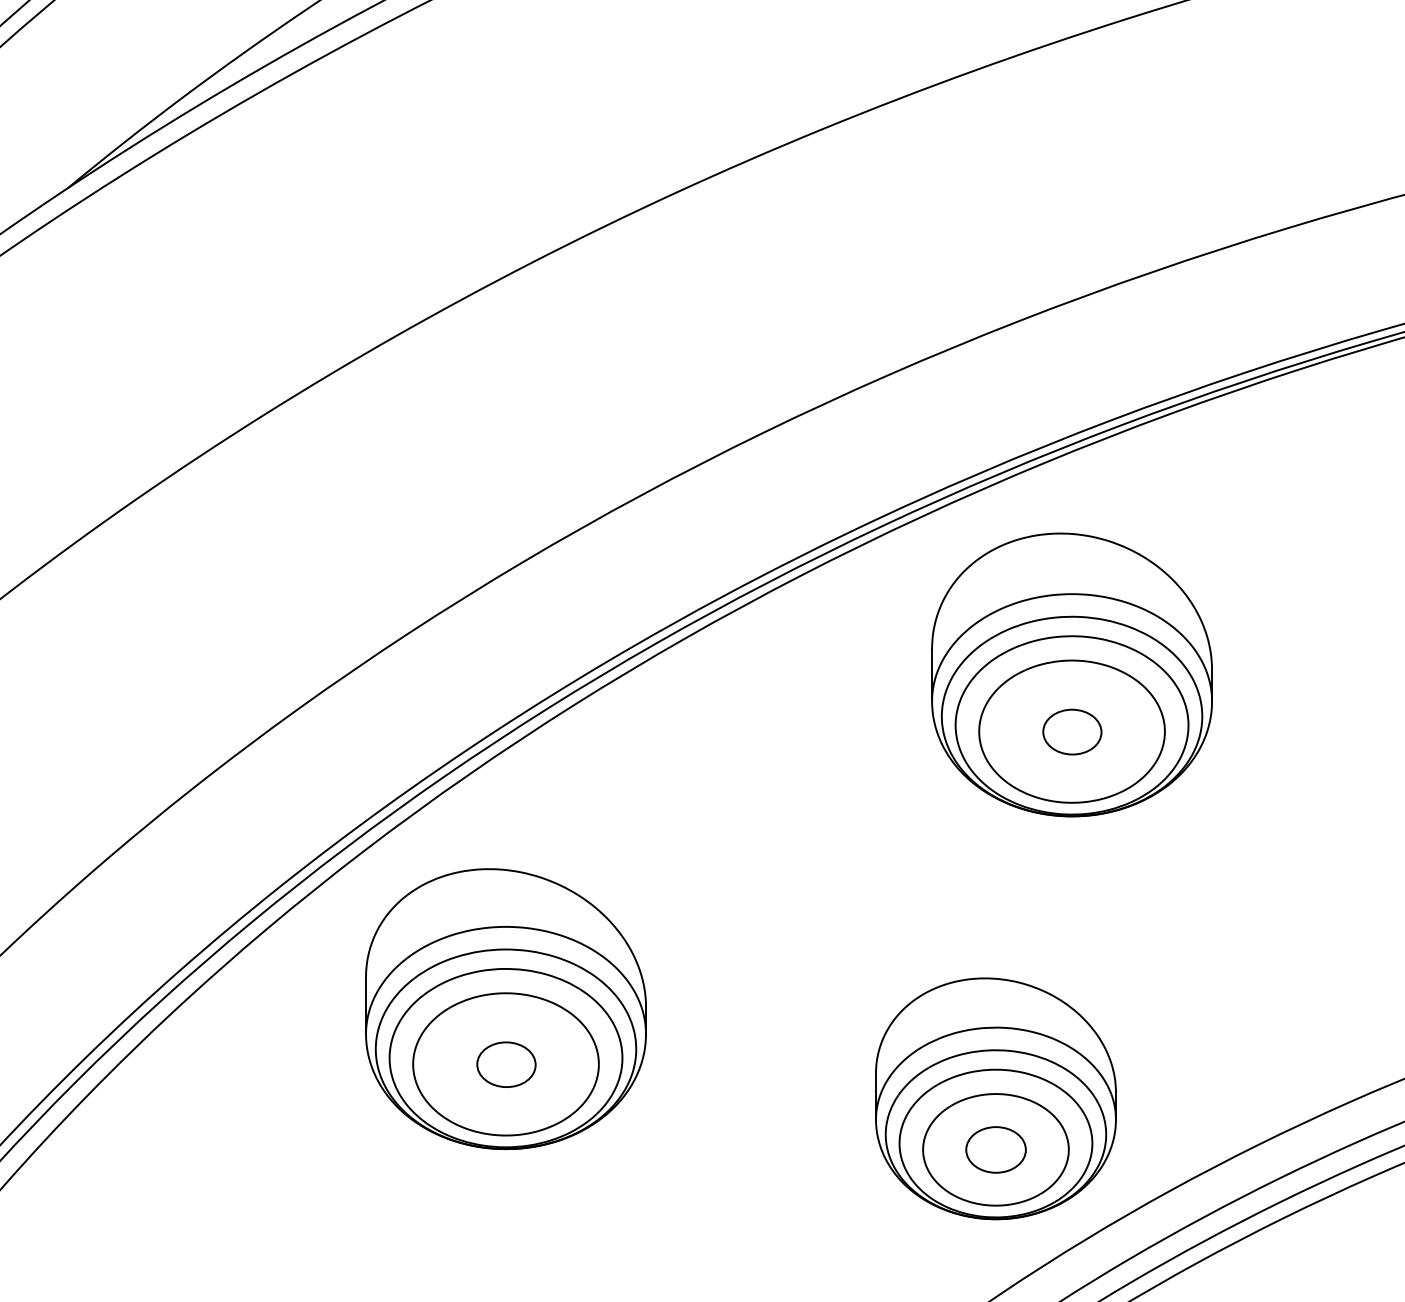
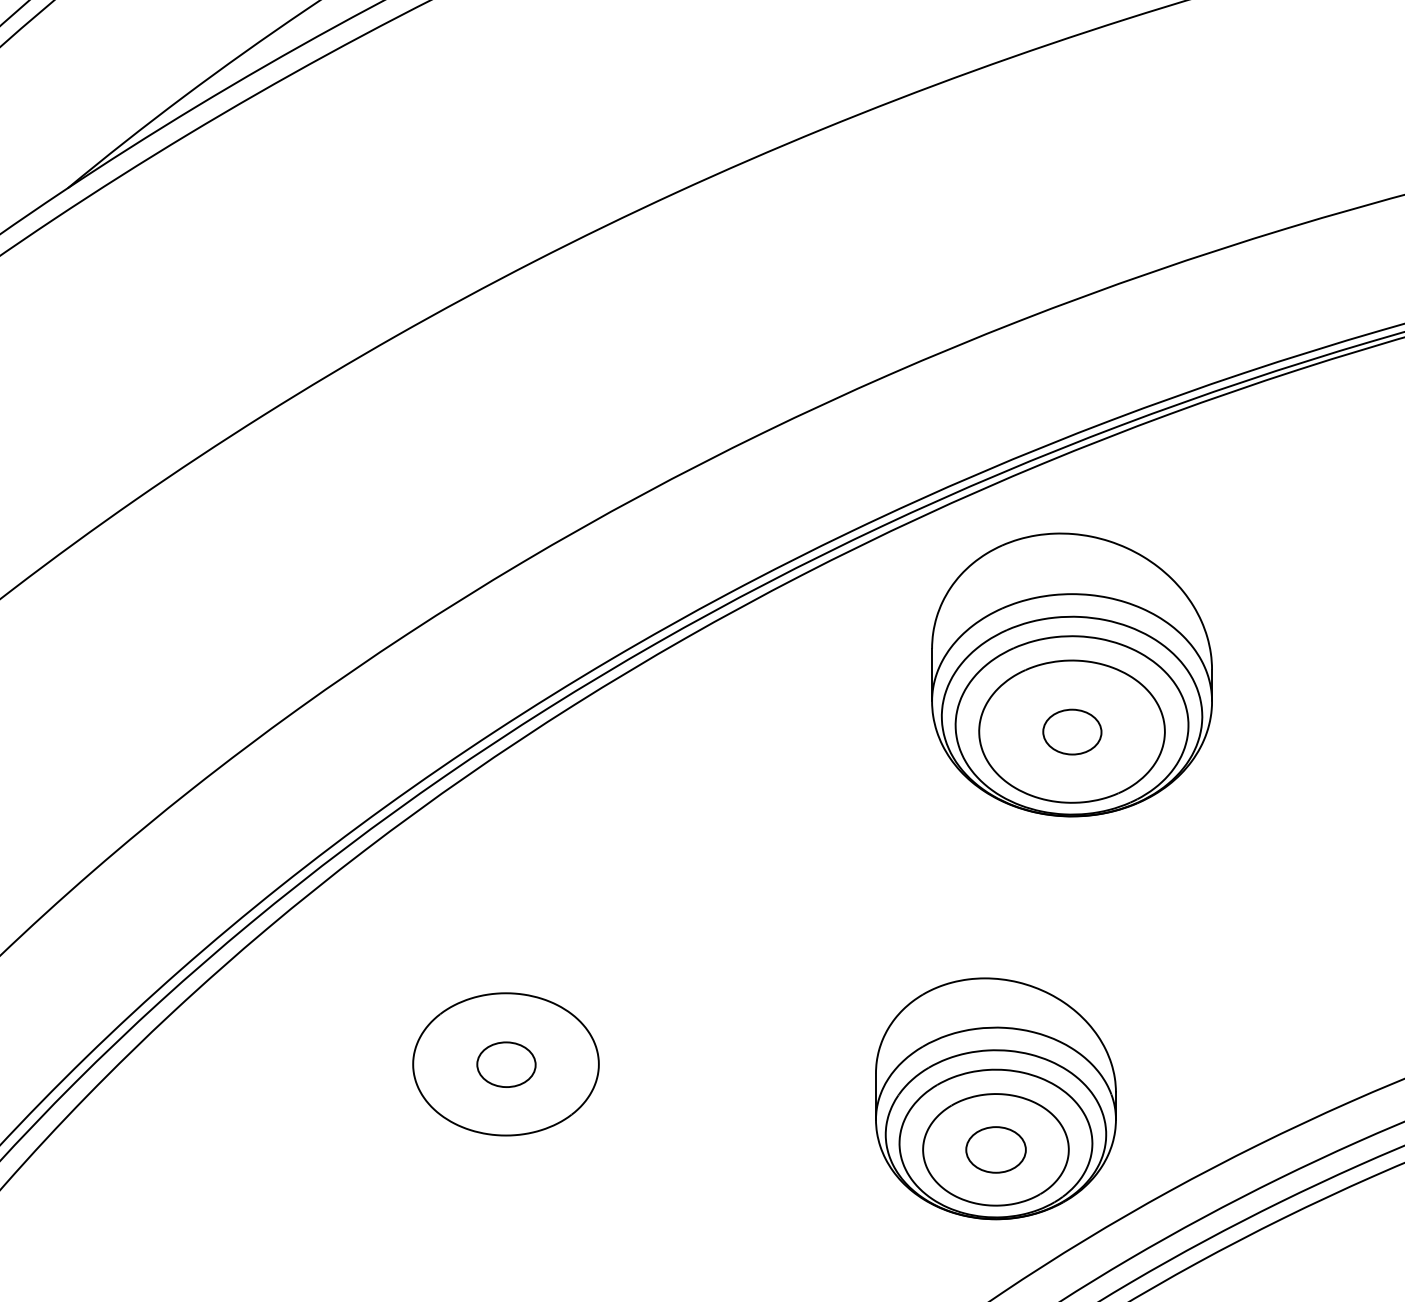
part at (505, 1009): present -> none
